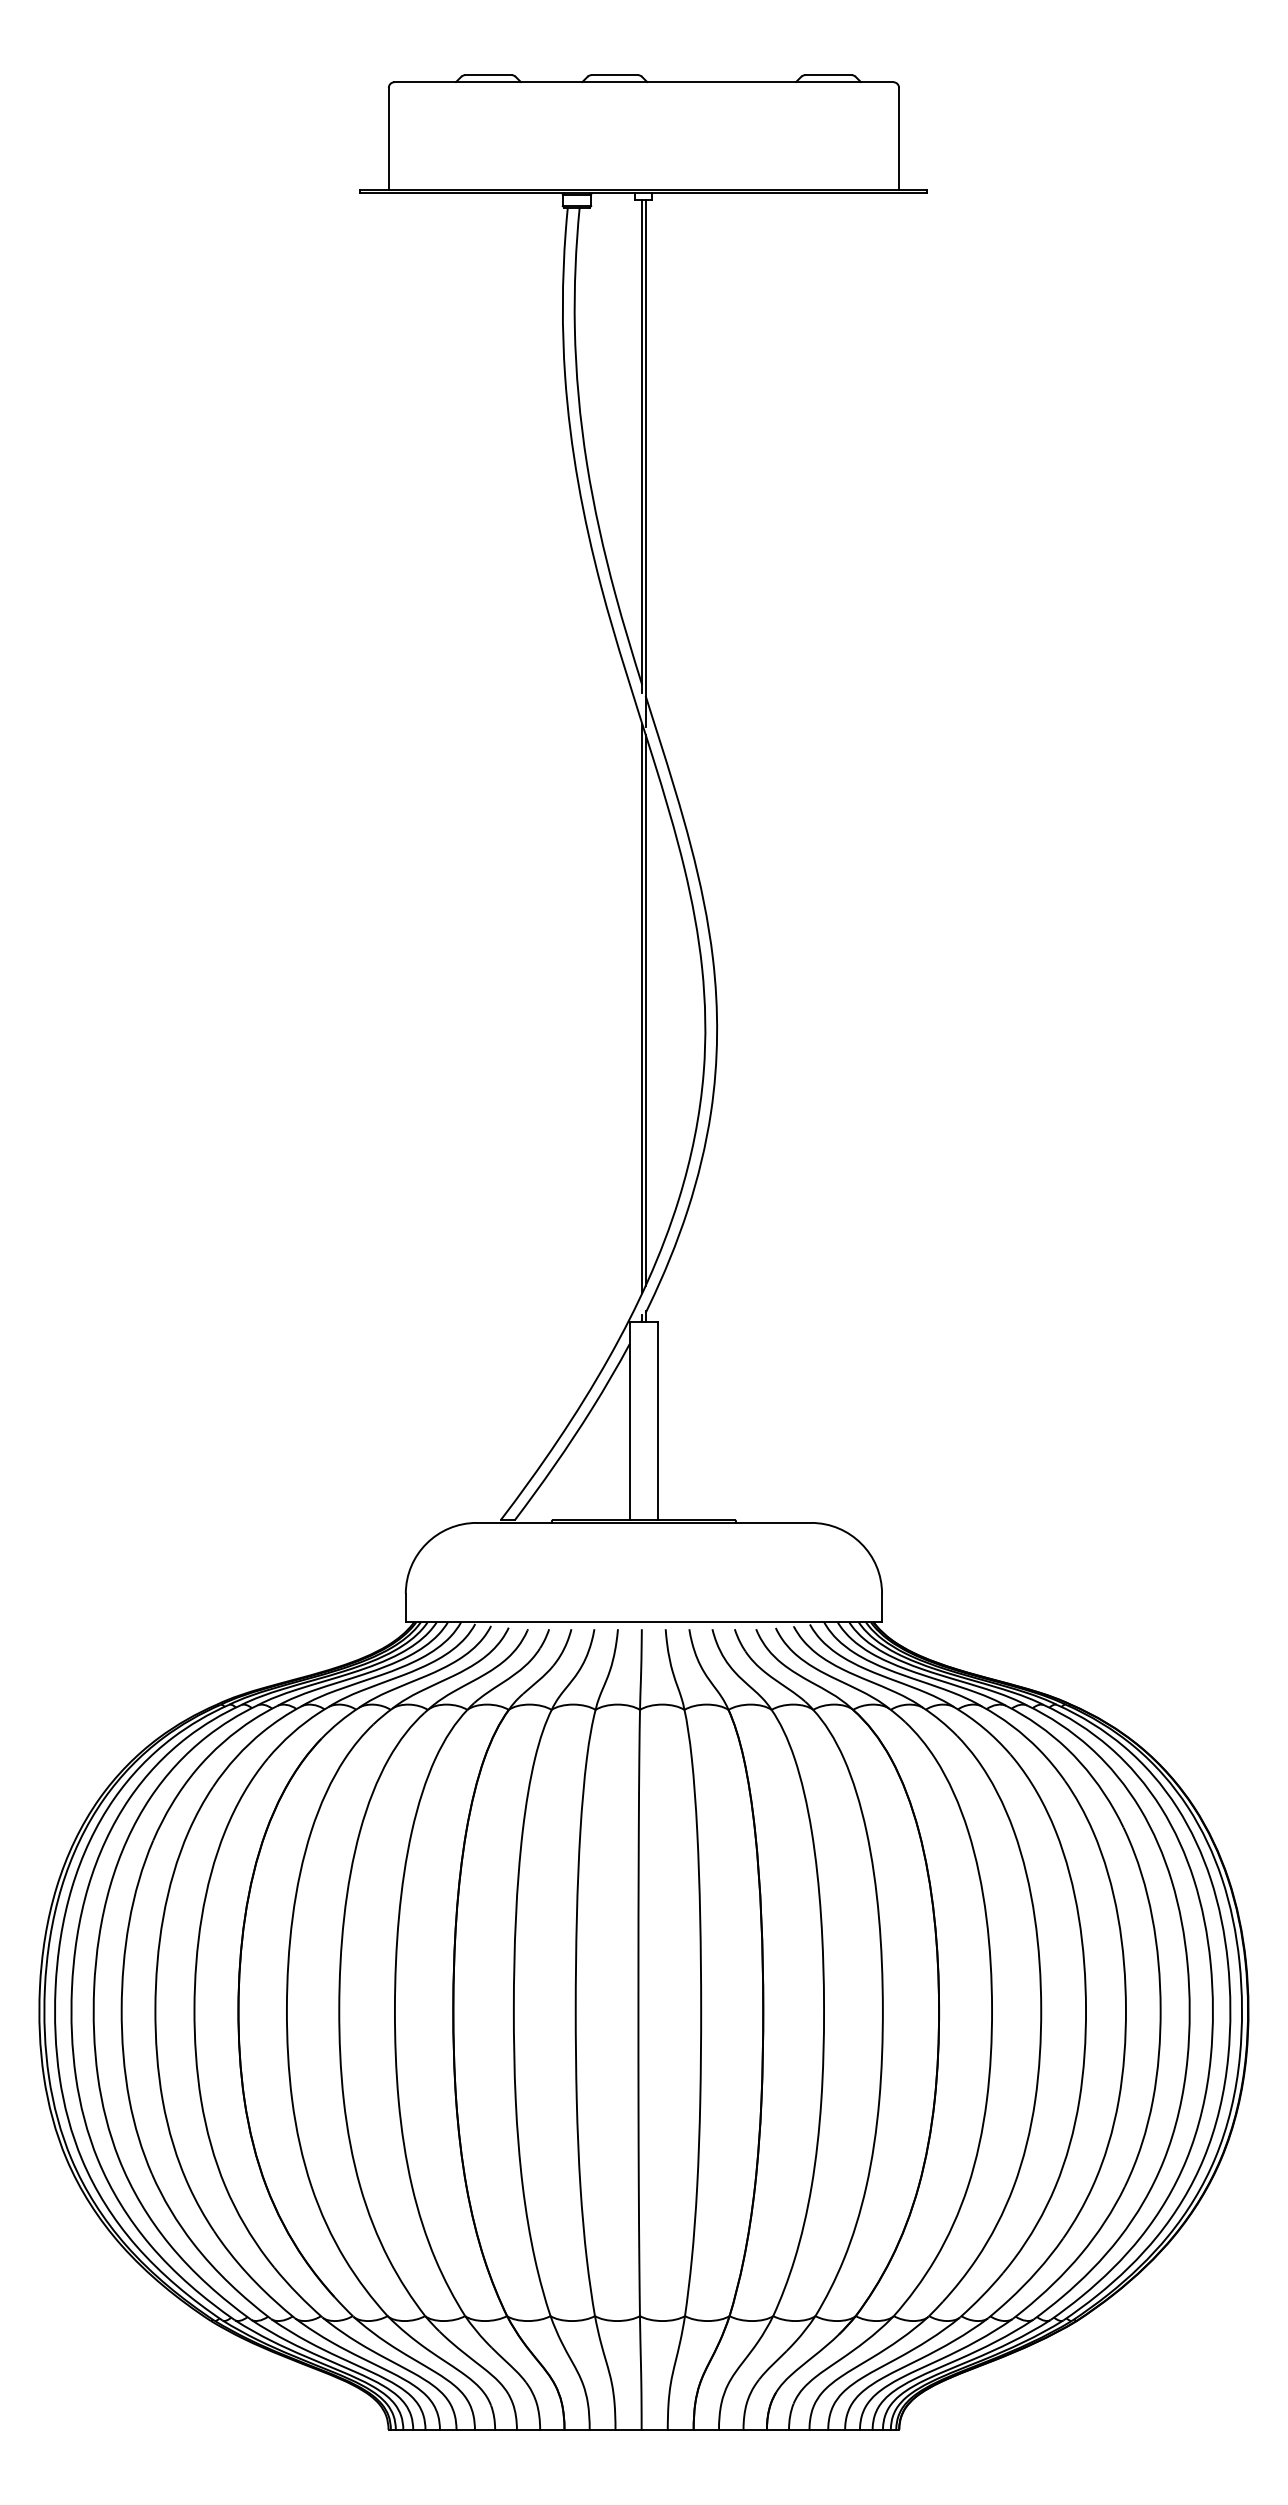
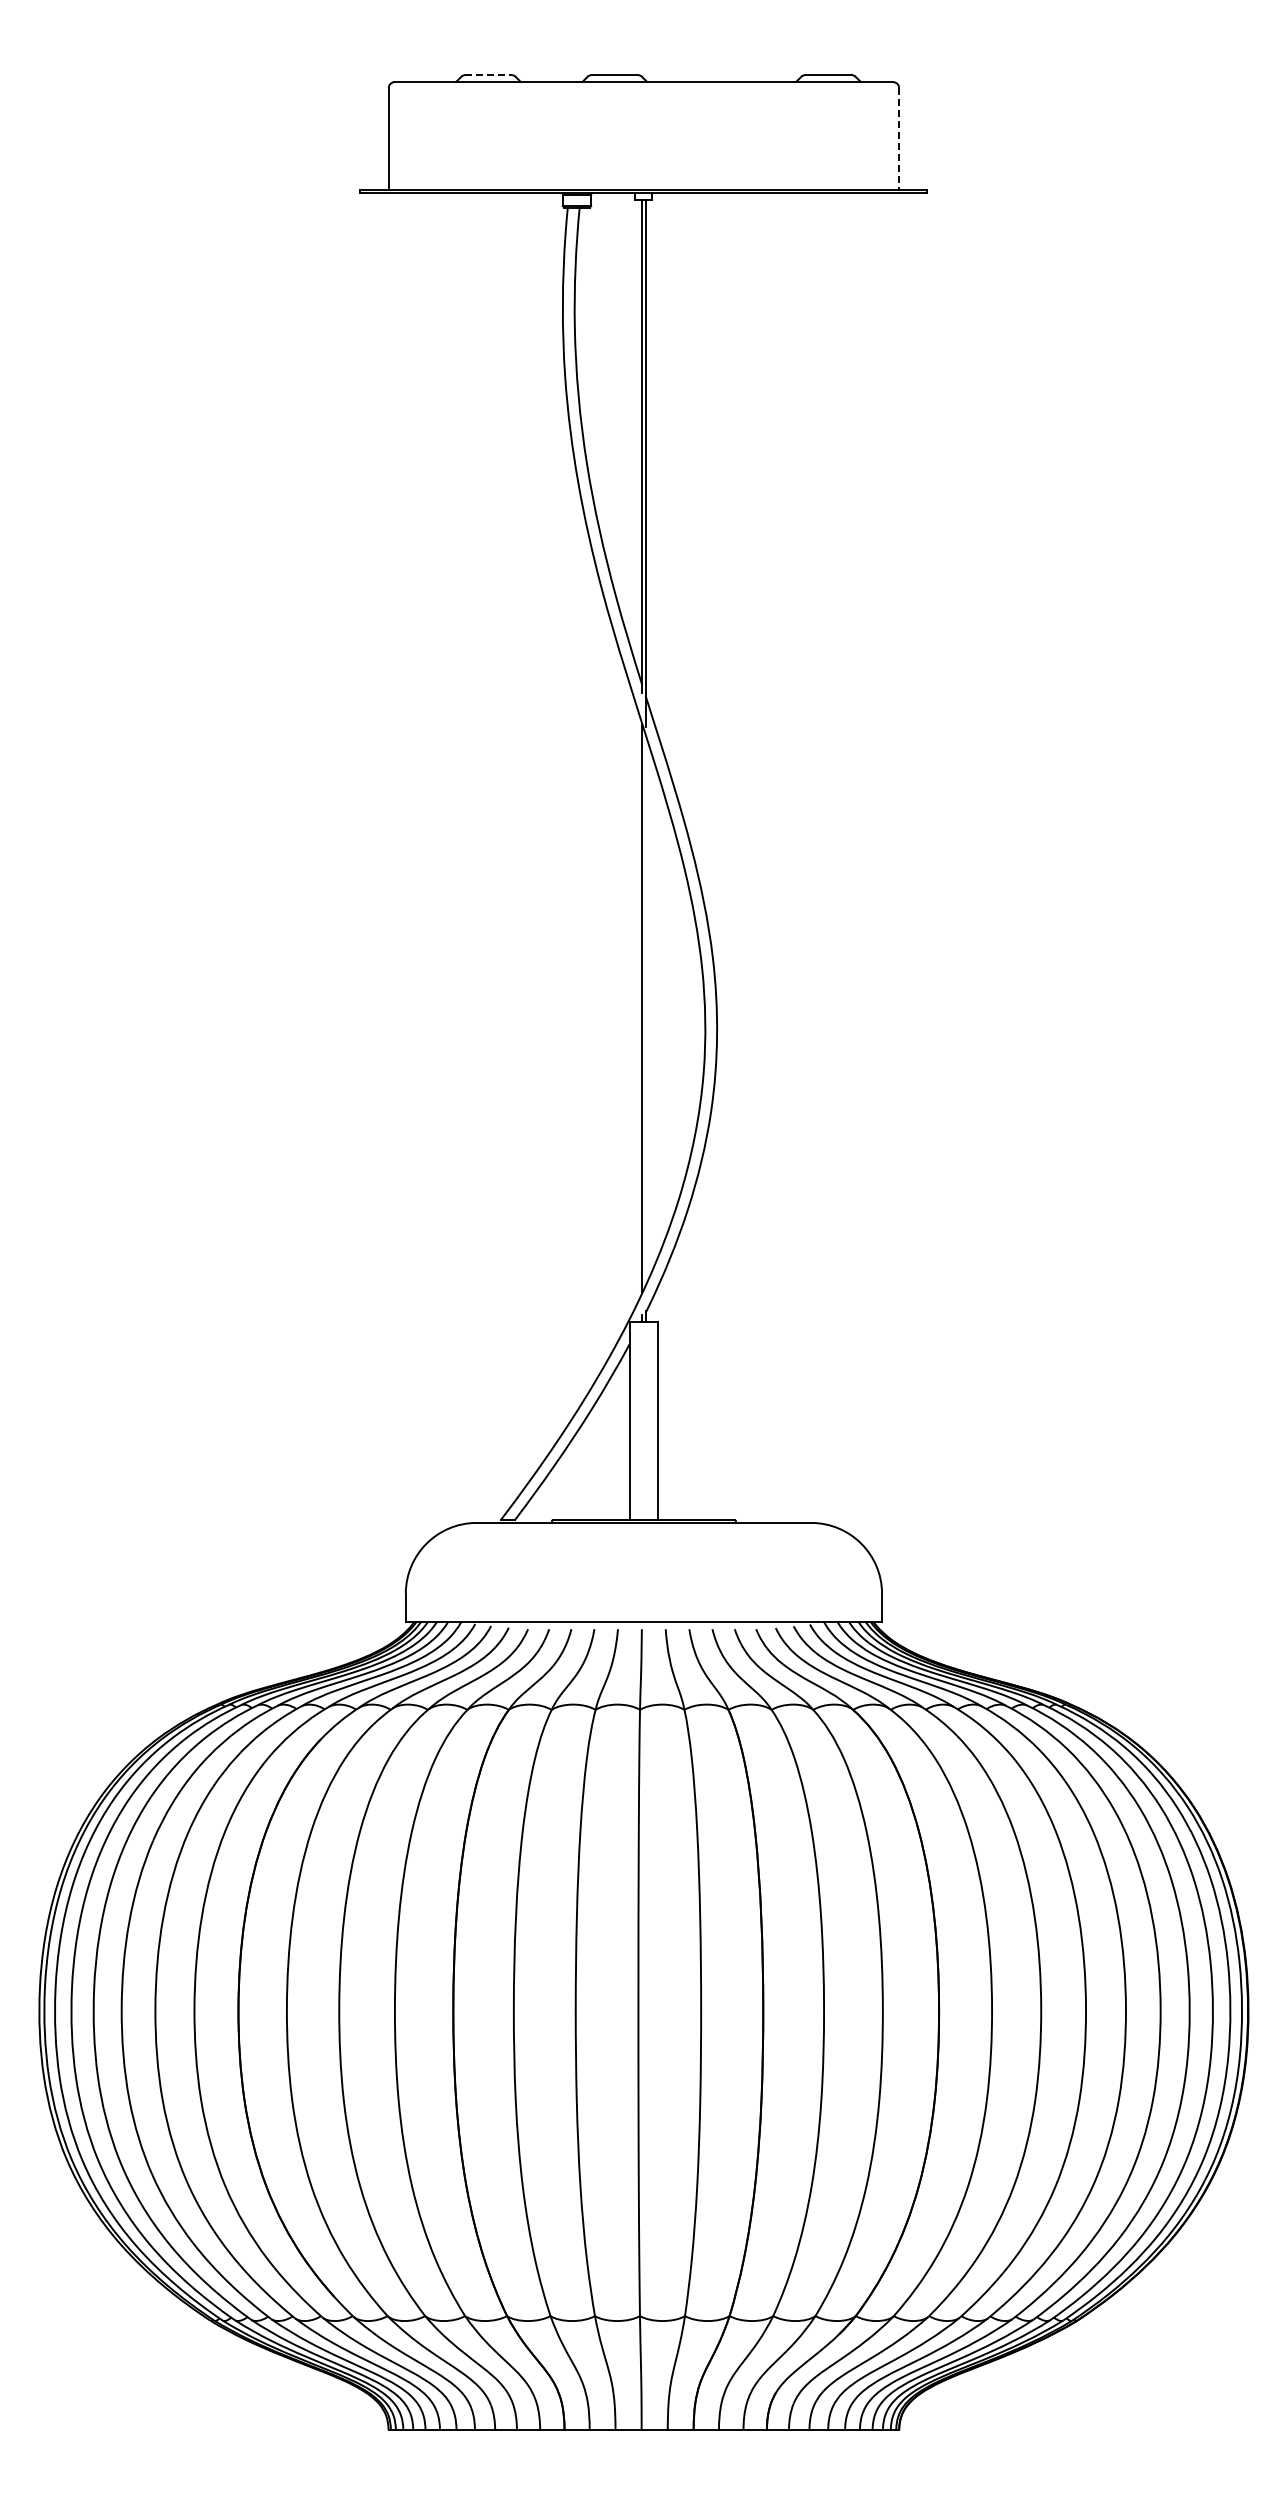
line at (488, 75): solid -> dashed
line at (899, 139): solid -> dashed
line at (645, 1010): present -> none
